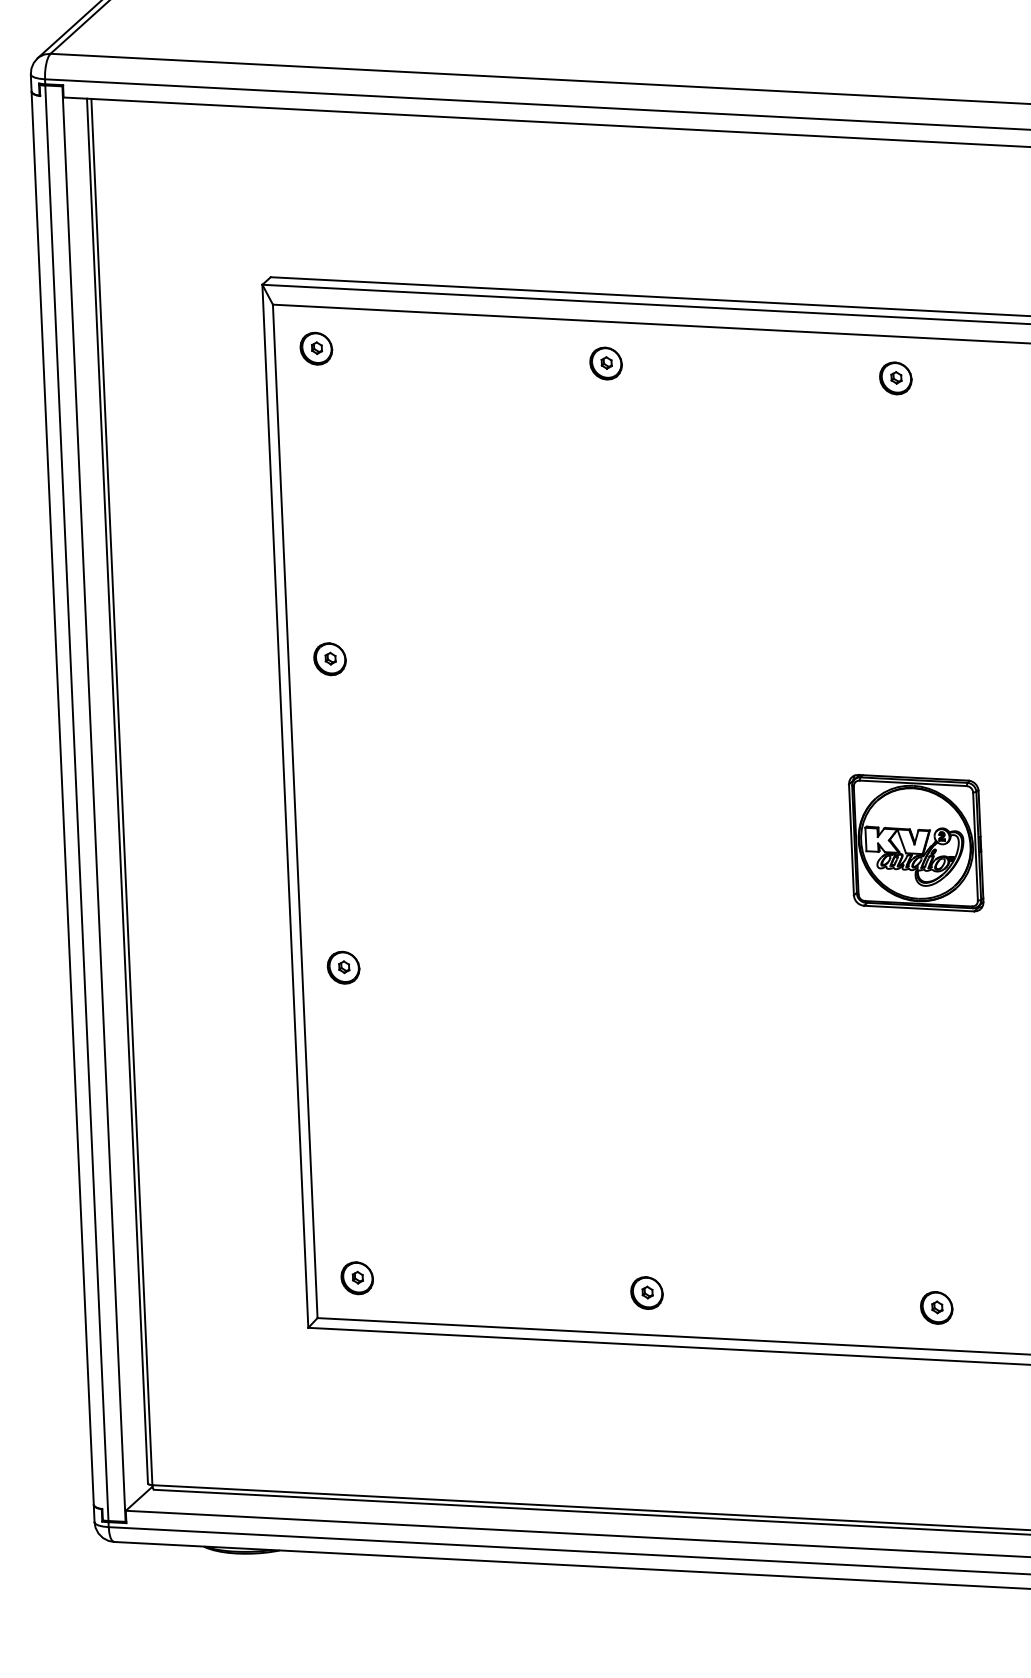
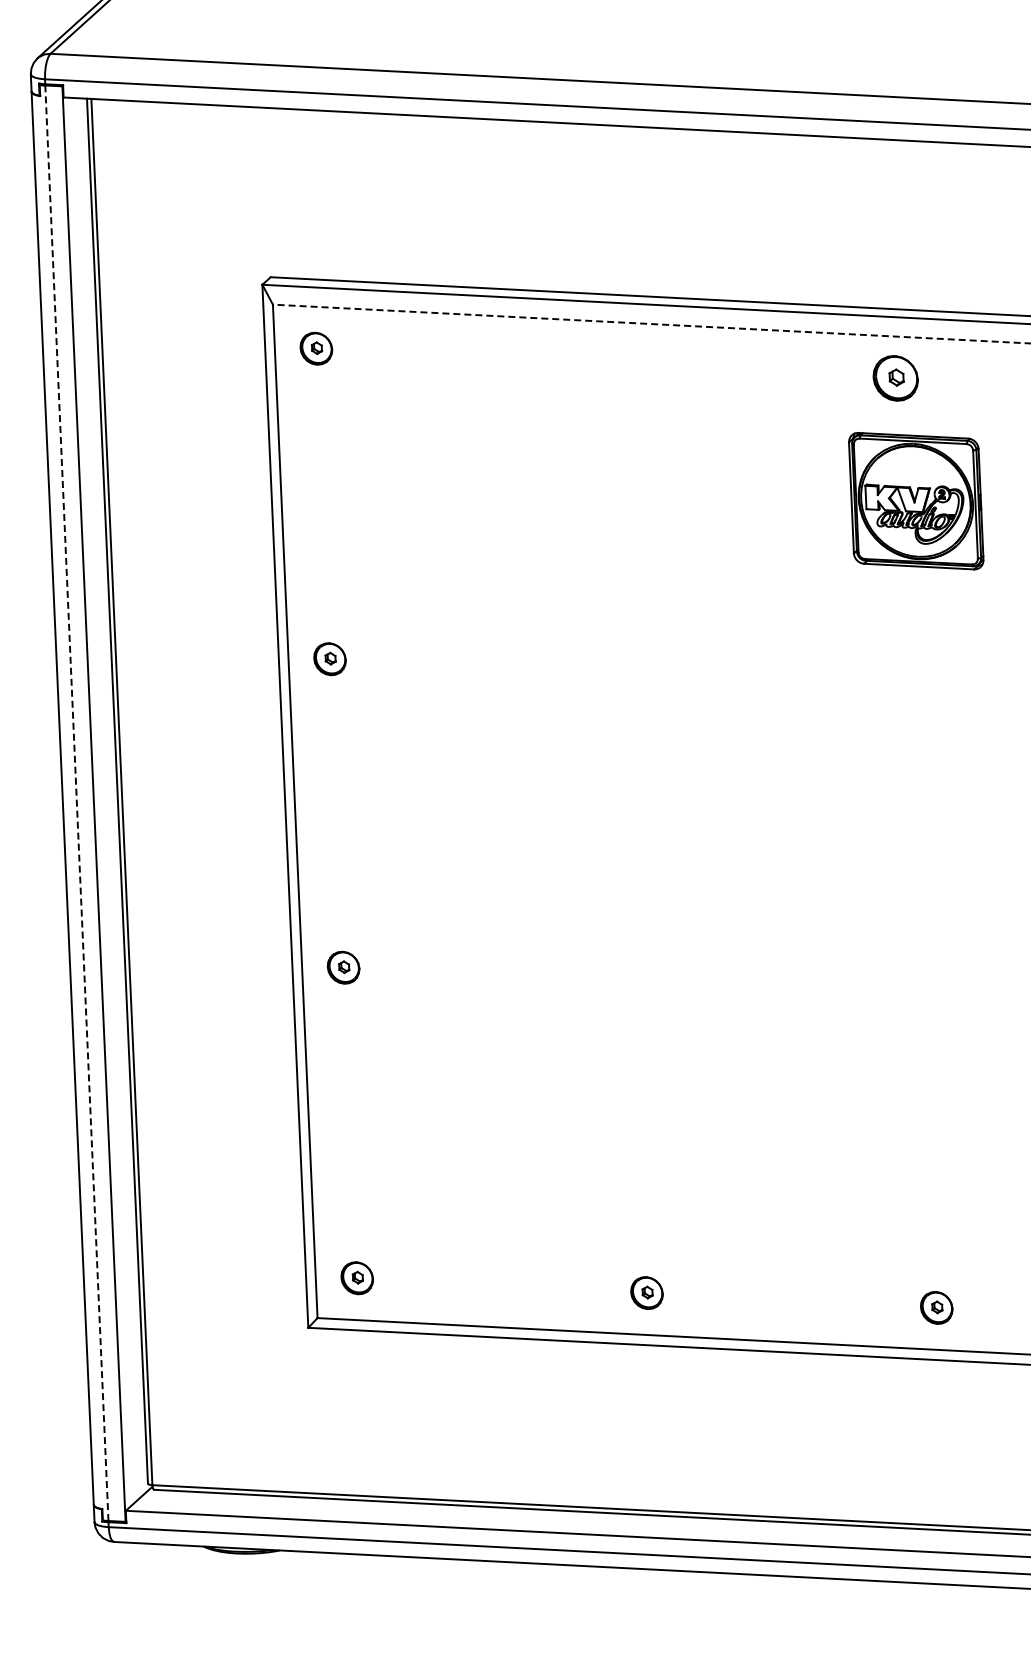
line at (651, 324): solid -> dashed
part at (605, 363): present -> none
part at (895, 378) size: 34x35 px -> 47x47 px
line at (76, 802): solid -> dashed
part at (916, 843) position: (916, 843) -> (916, 501)
